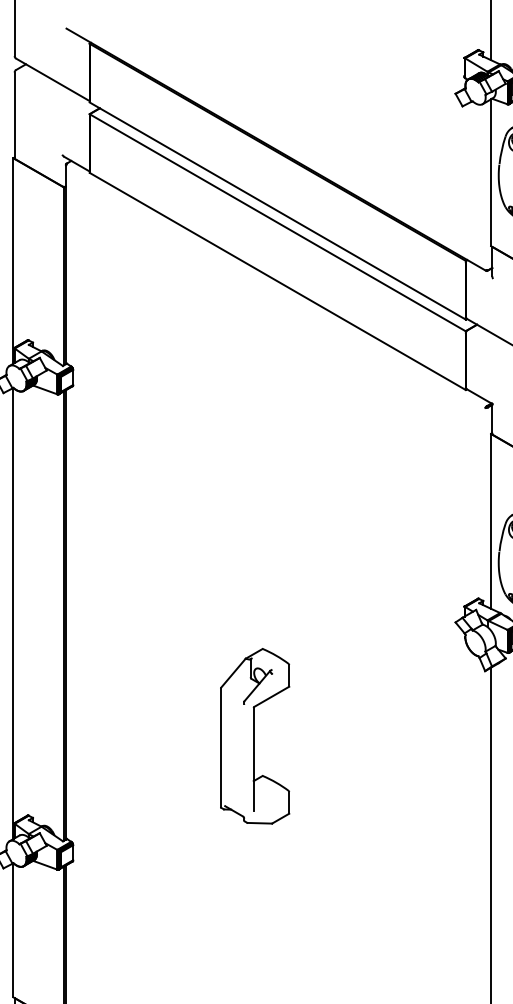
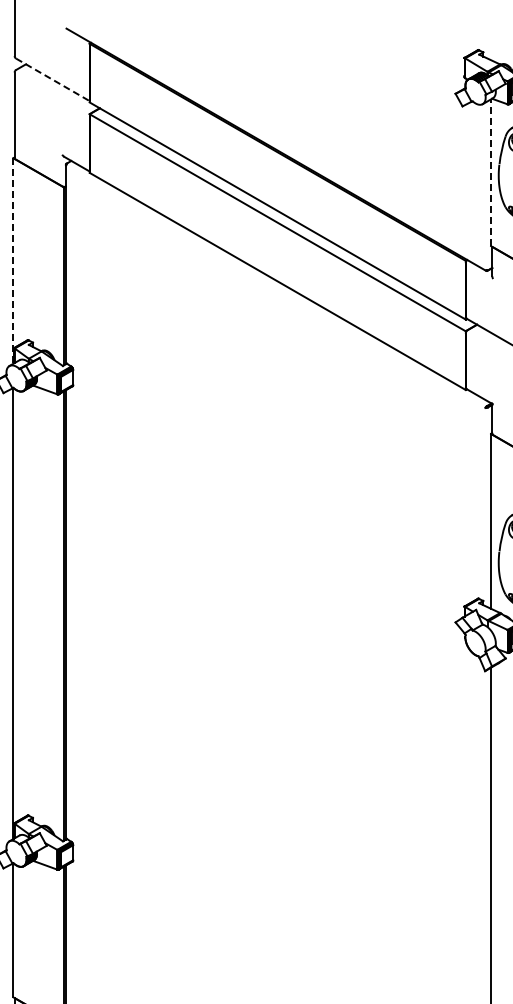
line at (491, 31): present -> none
line at (53, 80): solid -> dashed
line at (491, 172): solid -> dashed
line at (13, 260): solid -> dashed
part at (255, 736): present -> none
